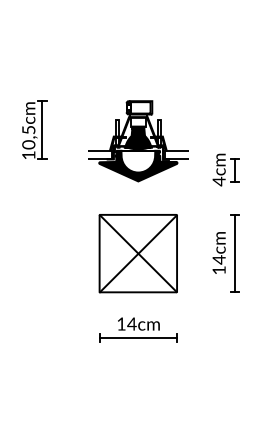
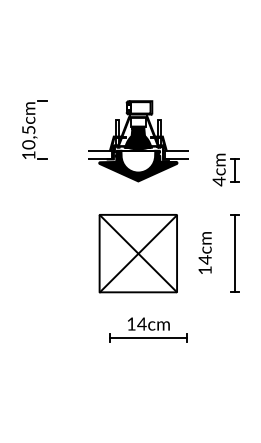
line at (42, 130): present -> none
text at (218, 252) position: (218, 252) -> (204, 252)
part at (138, 329) position: (138, 329) -> (148, 329)
